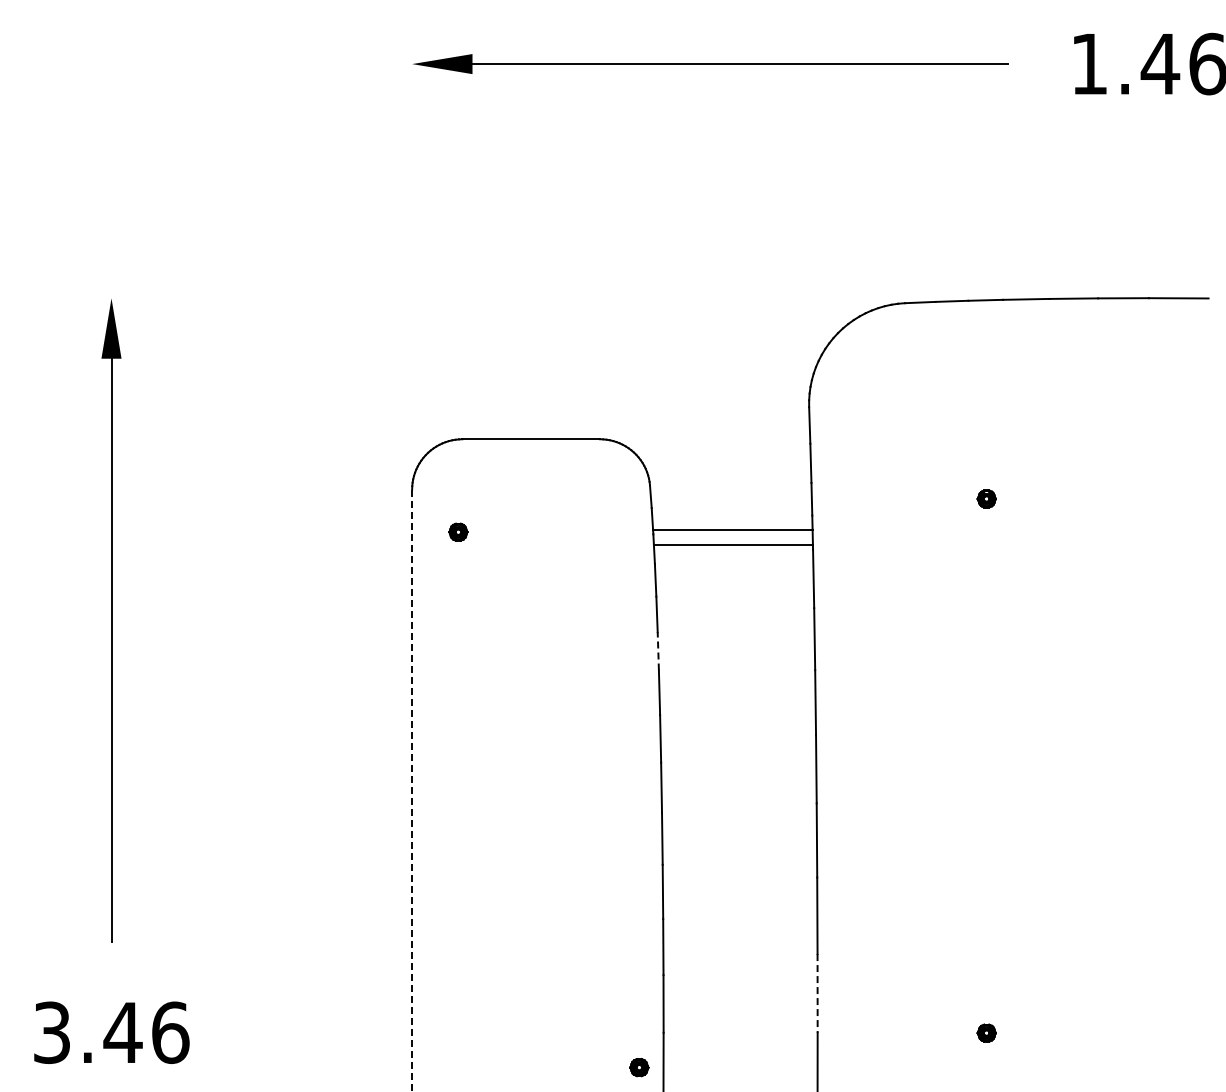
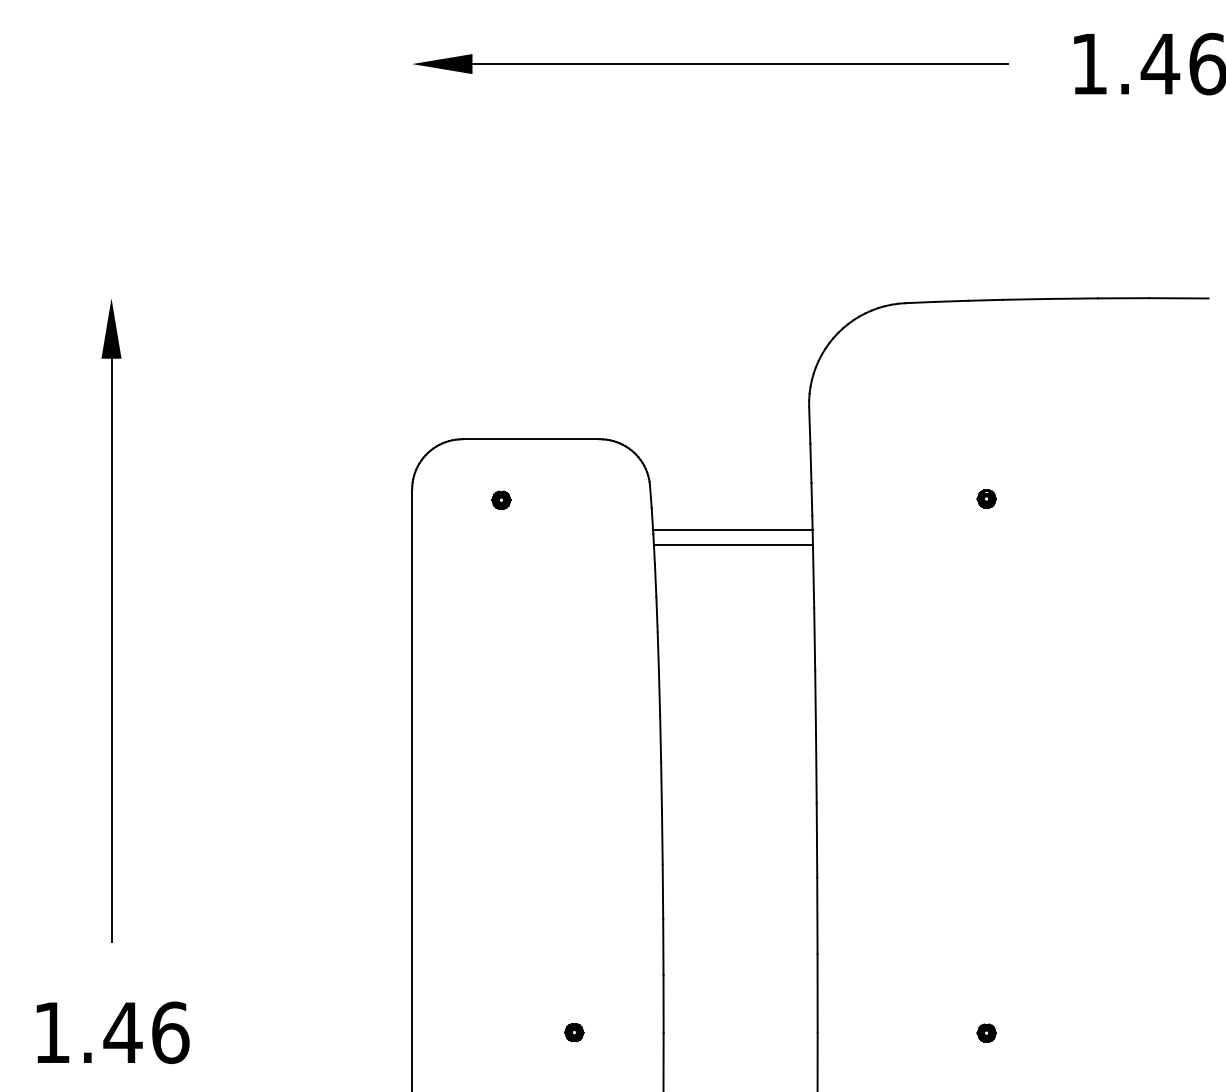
part at (458, 531) position: (458, 531) -> (501, 499)
line at (658, 650): dashed -> solid
line at (412, 790): dashed -> solid
line at (817, 993): dashed -> solid
text at (51, 1032): 3.46 -> 1.46
part at (639, 1067) position: (639, 1067) -> (574, 1032)
